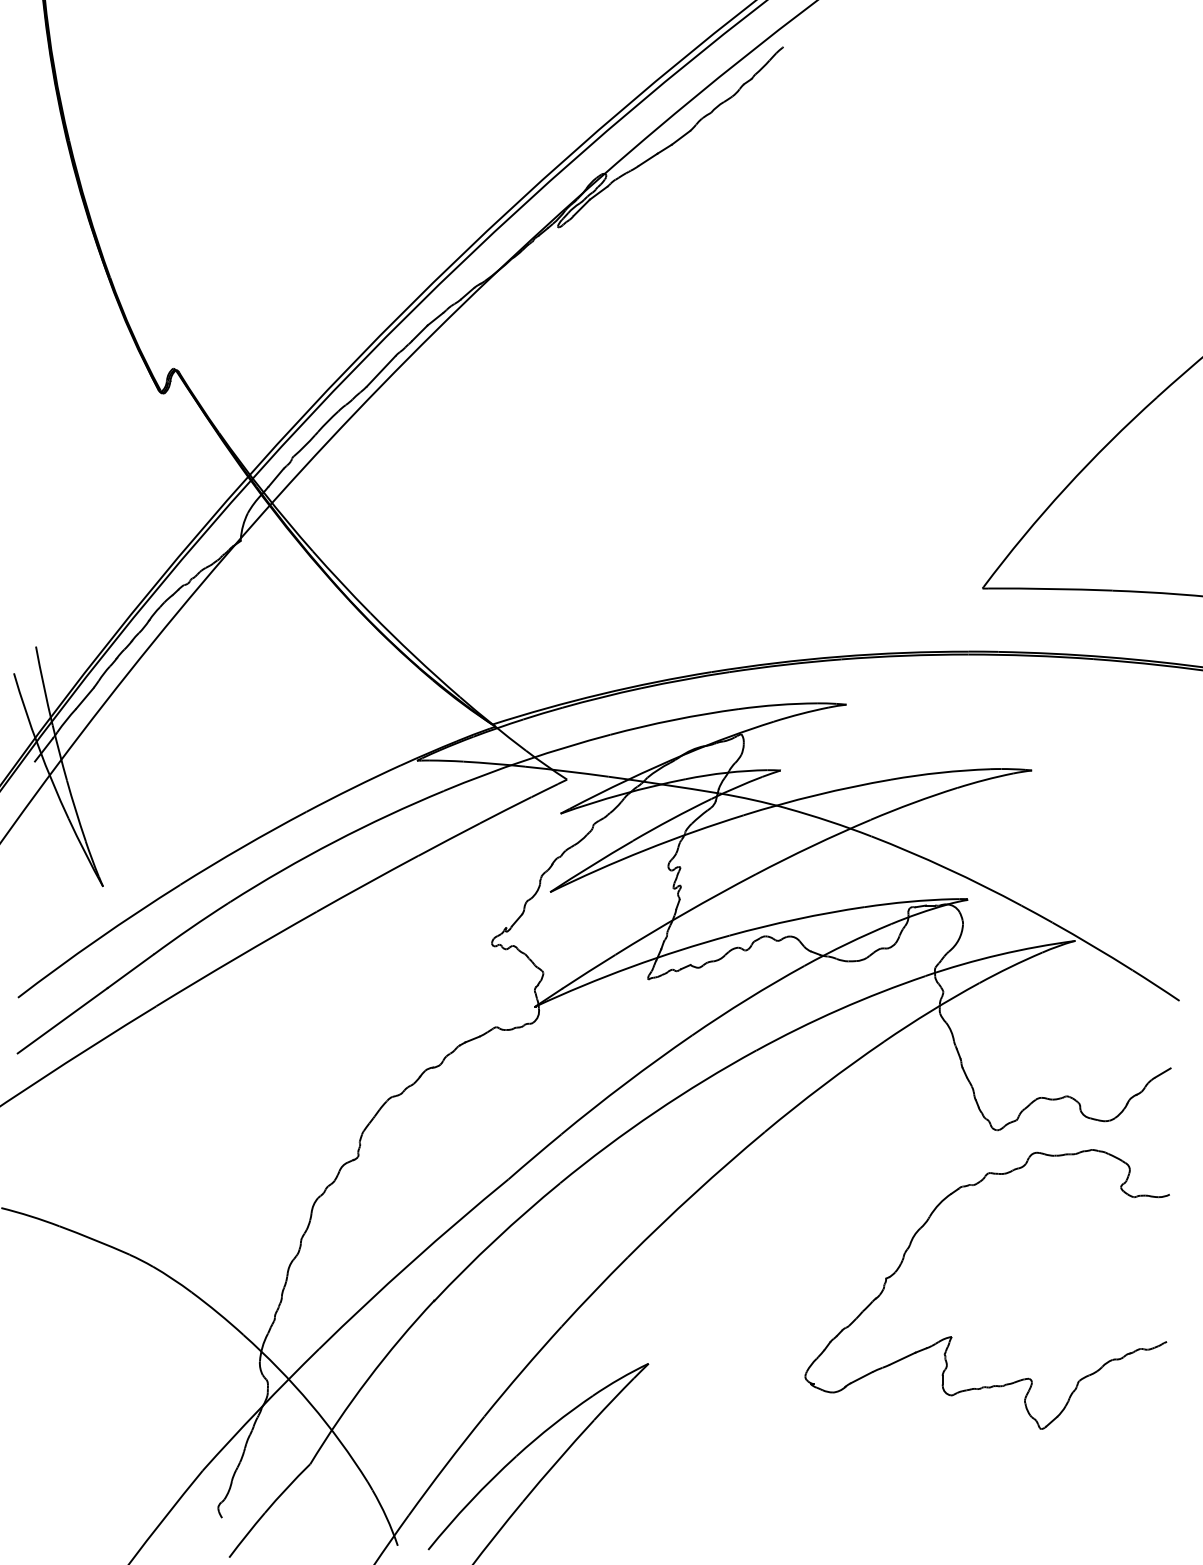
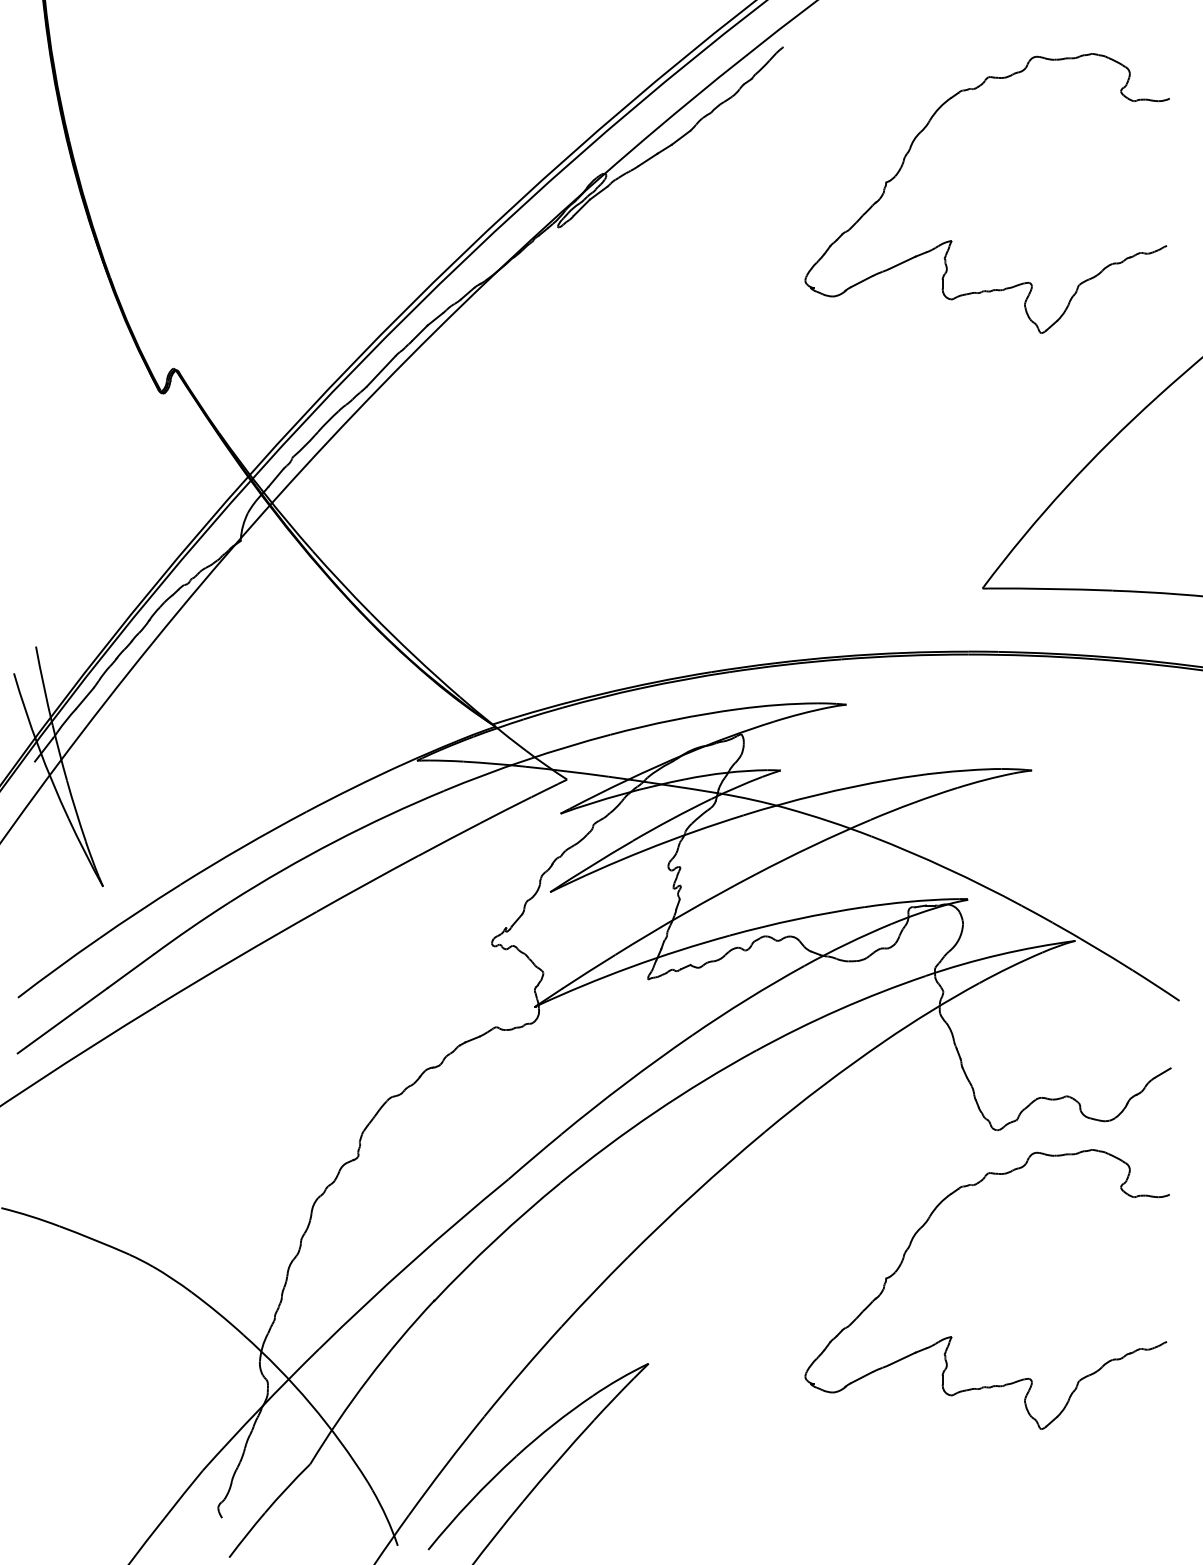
part at (951, 240): none -> present
